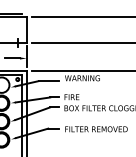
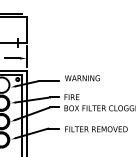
line at (82, 16): present -> none
line at (82, 43): present -> none
line at (82, 71): present -> none
